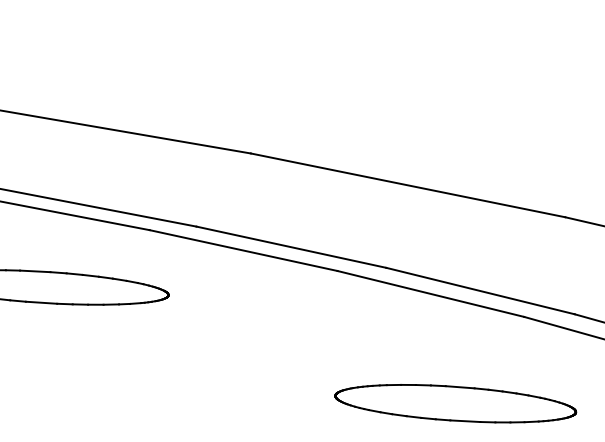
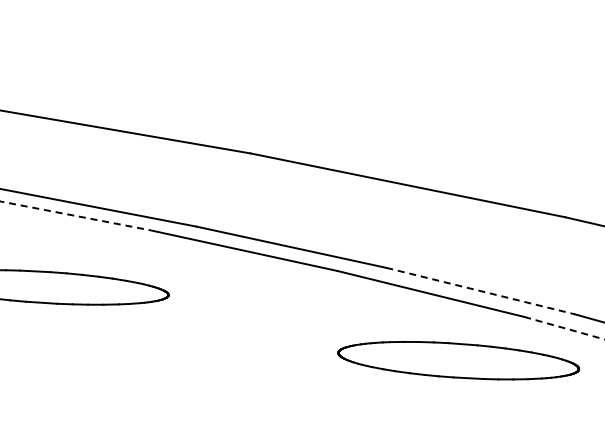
line at (75, 215): solid -> dashed
line at (481, 291): solid -> dashed
line at (564, 328): solid -> dashed
part at (455, 403) position: (455, 403) -> (458, 360)
